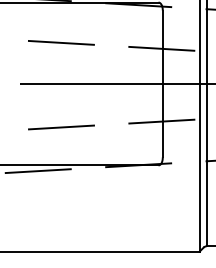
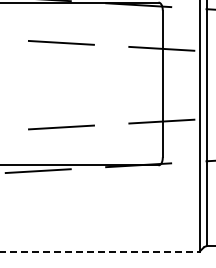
line at (107, 84): present -> none
line at (100, 251): solid -> dashed
